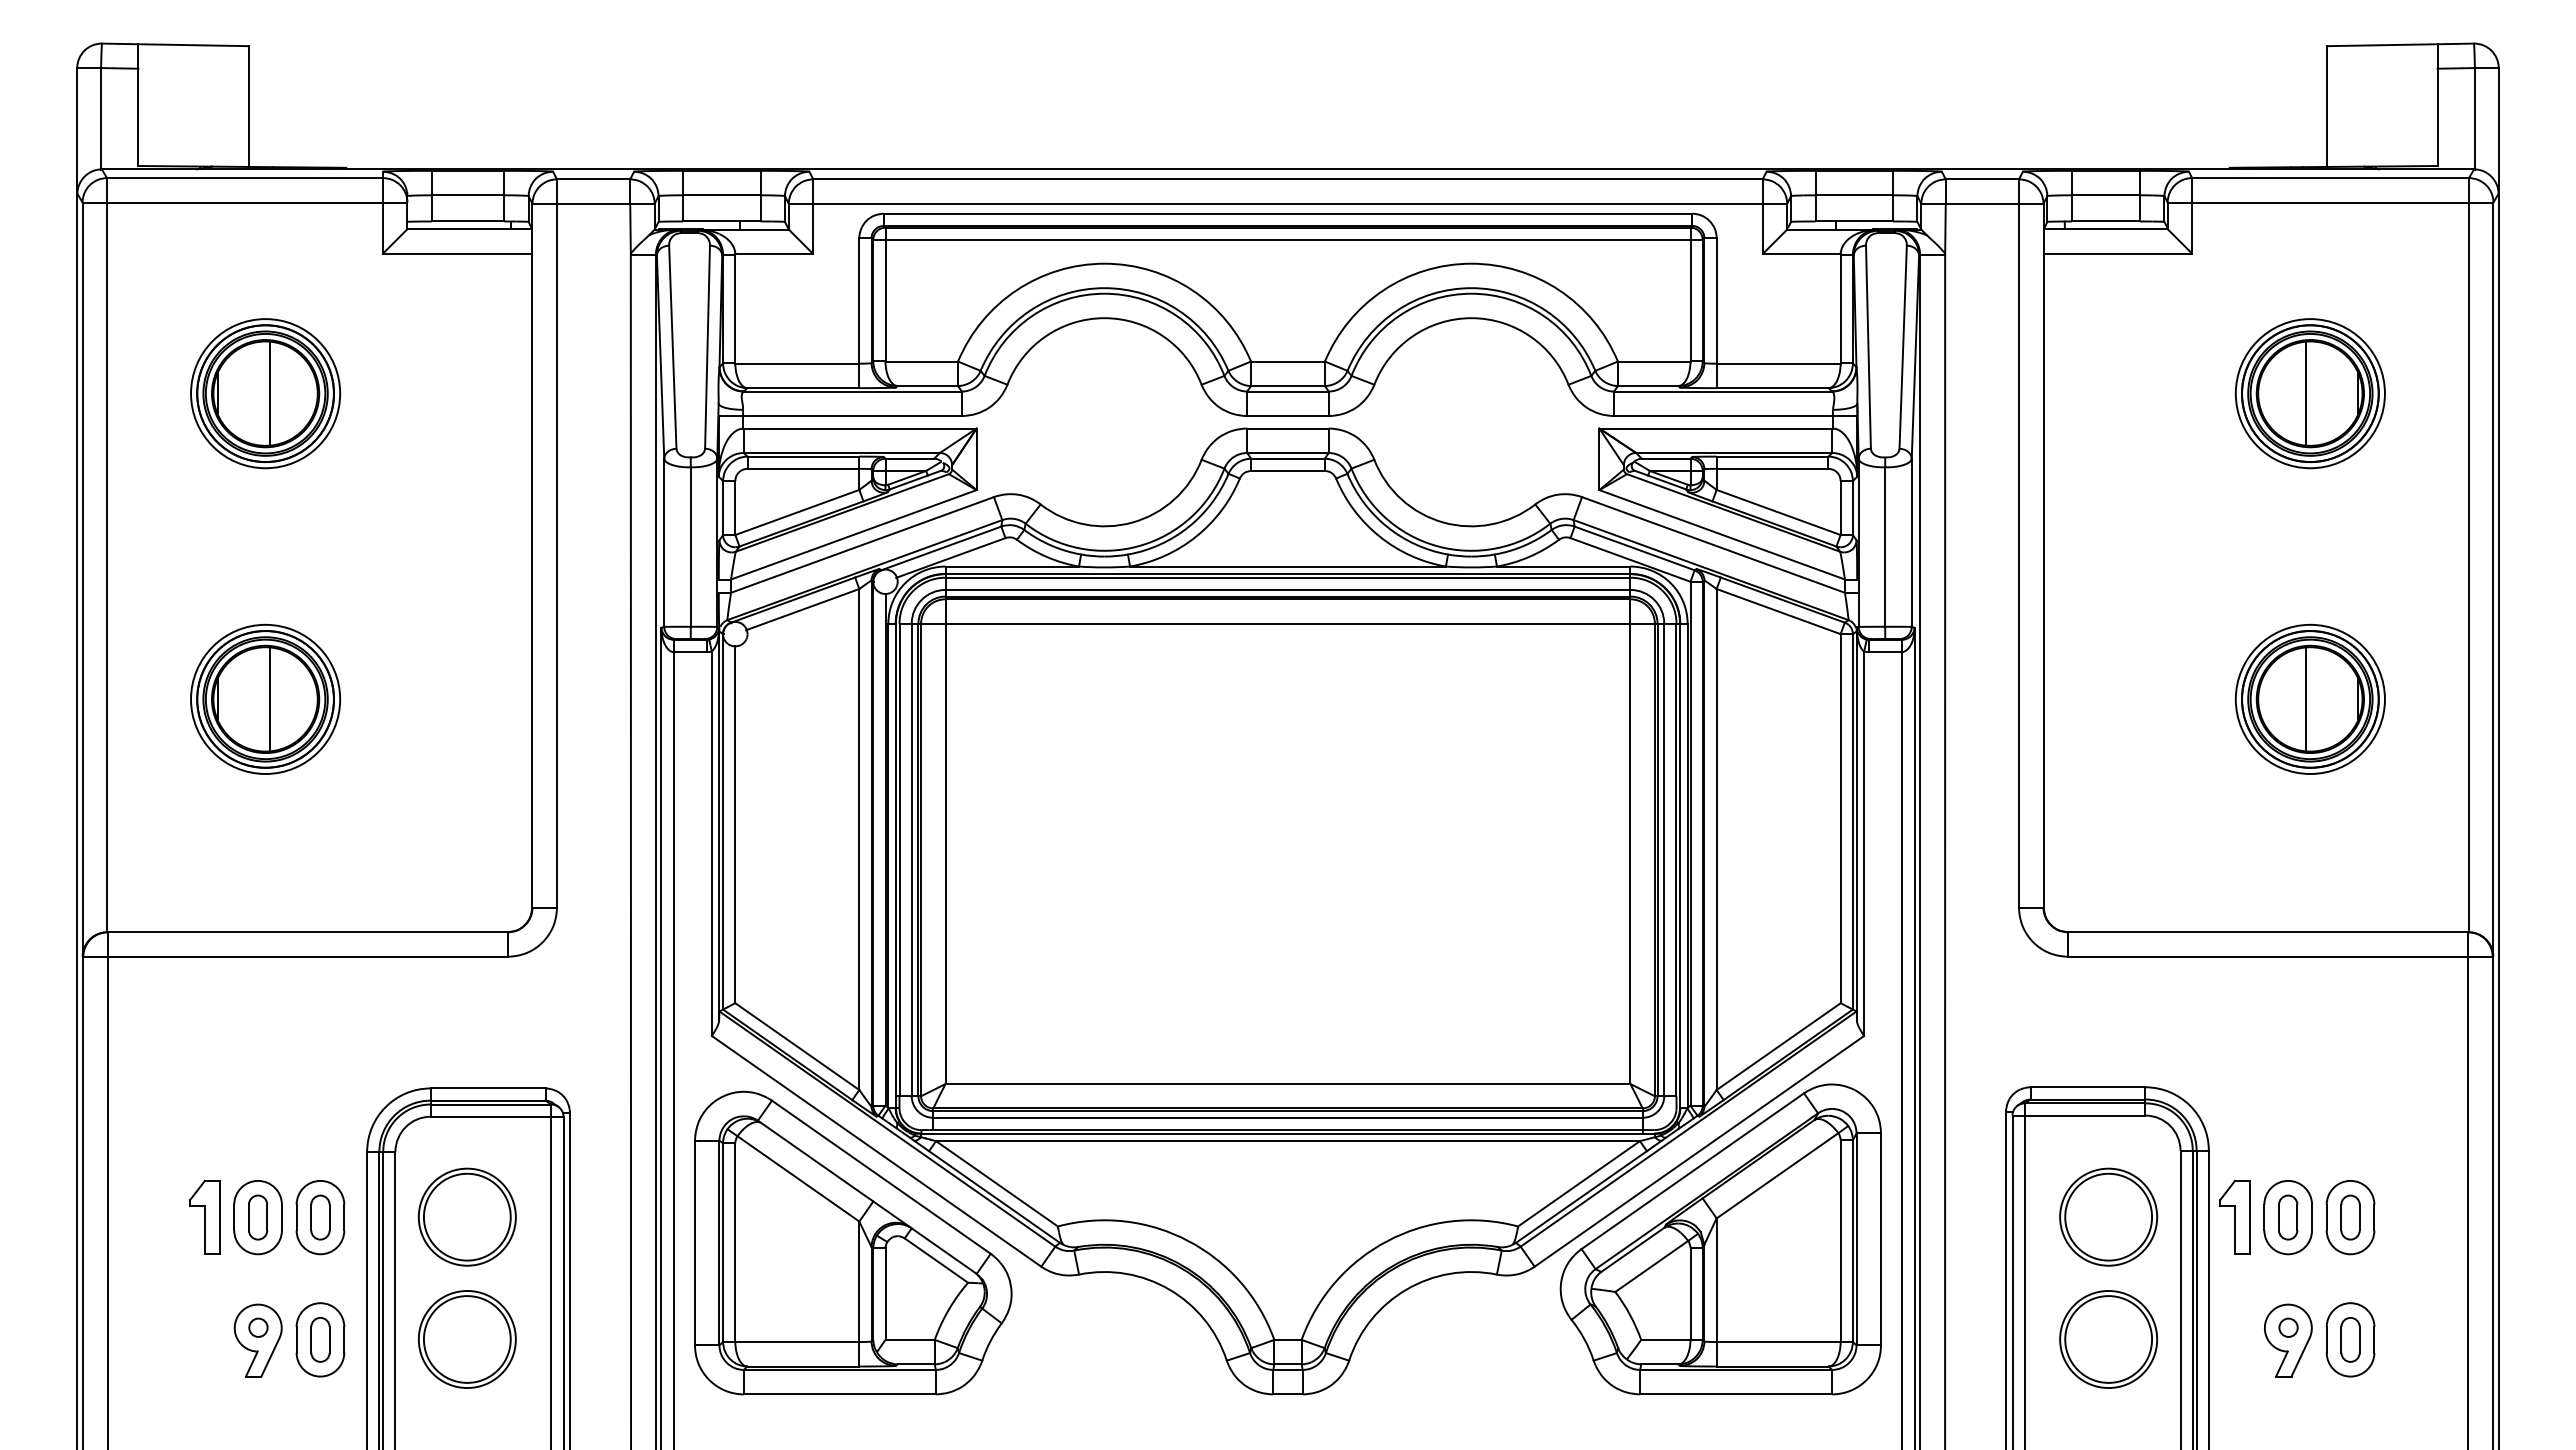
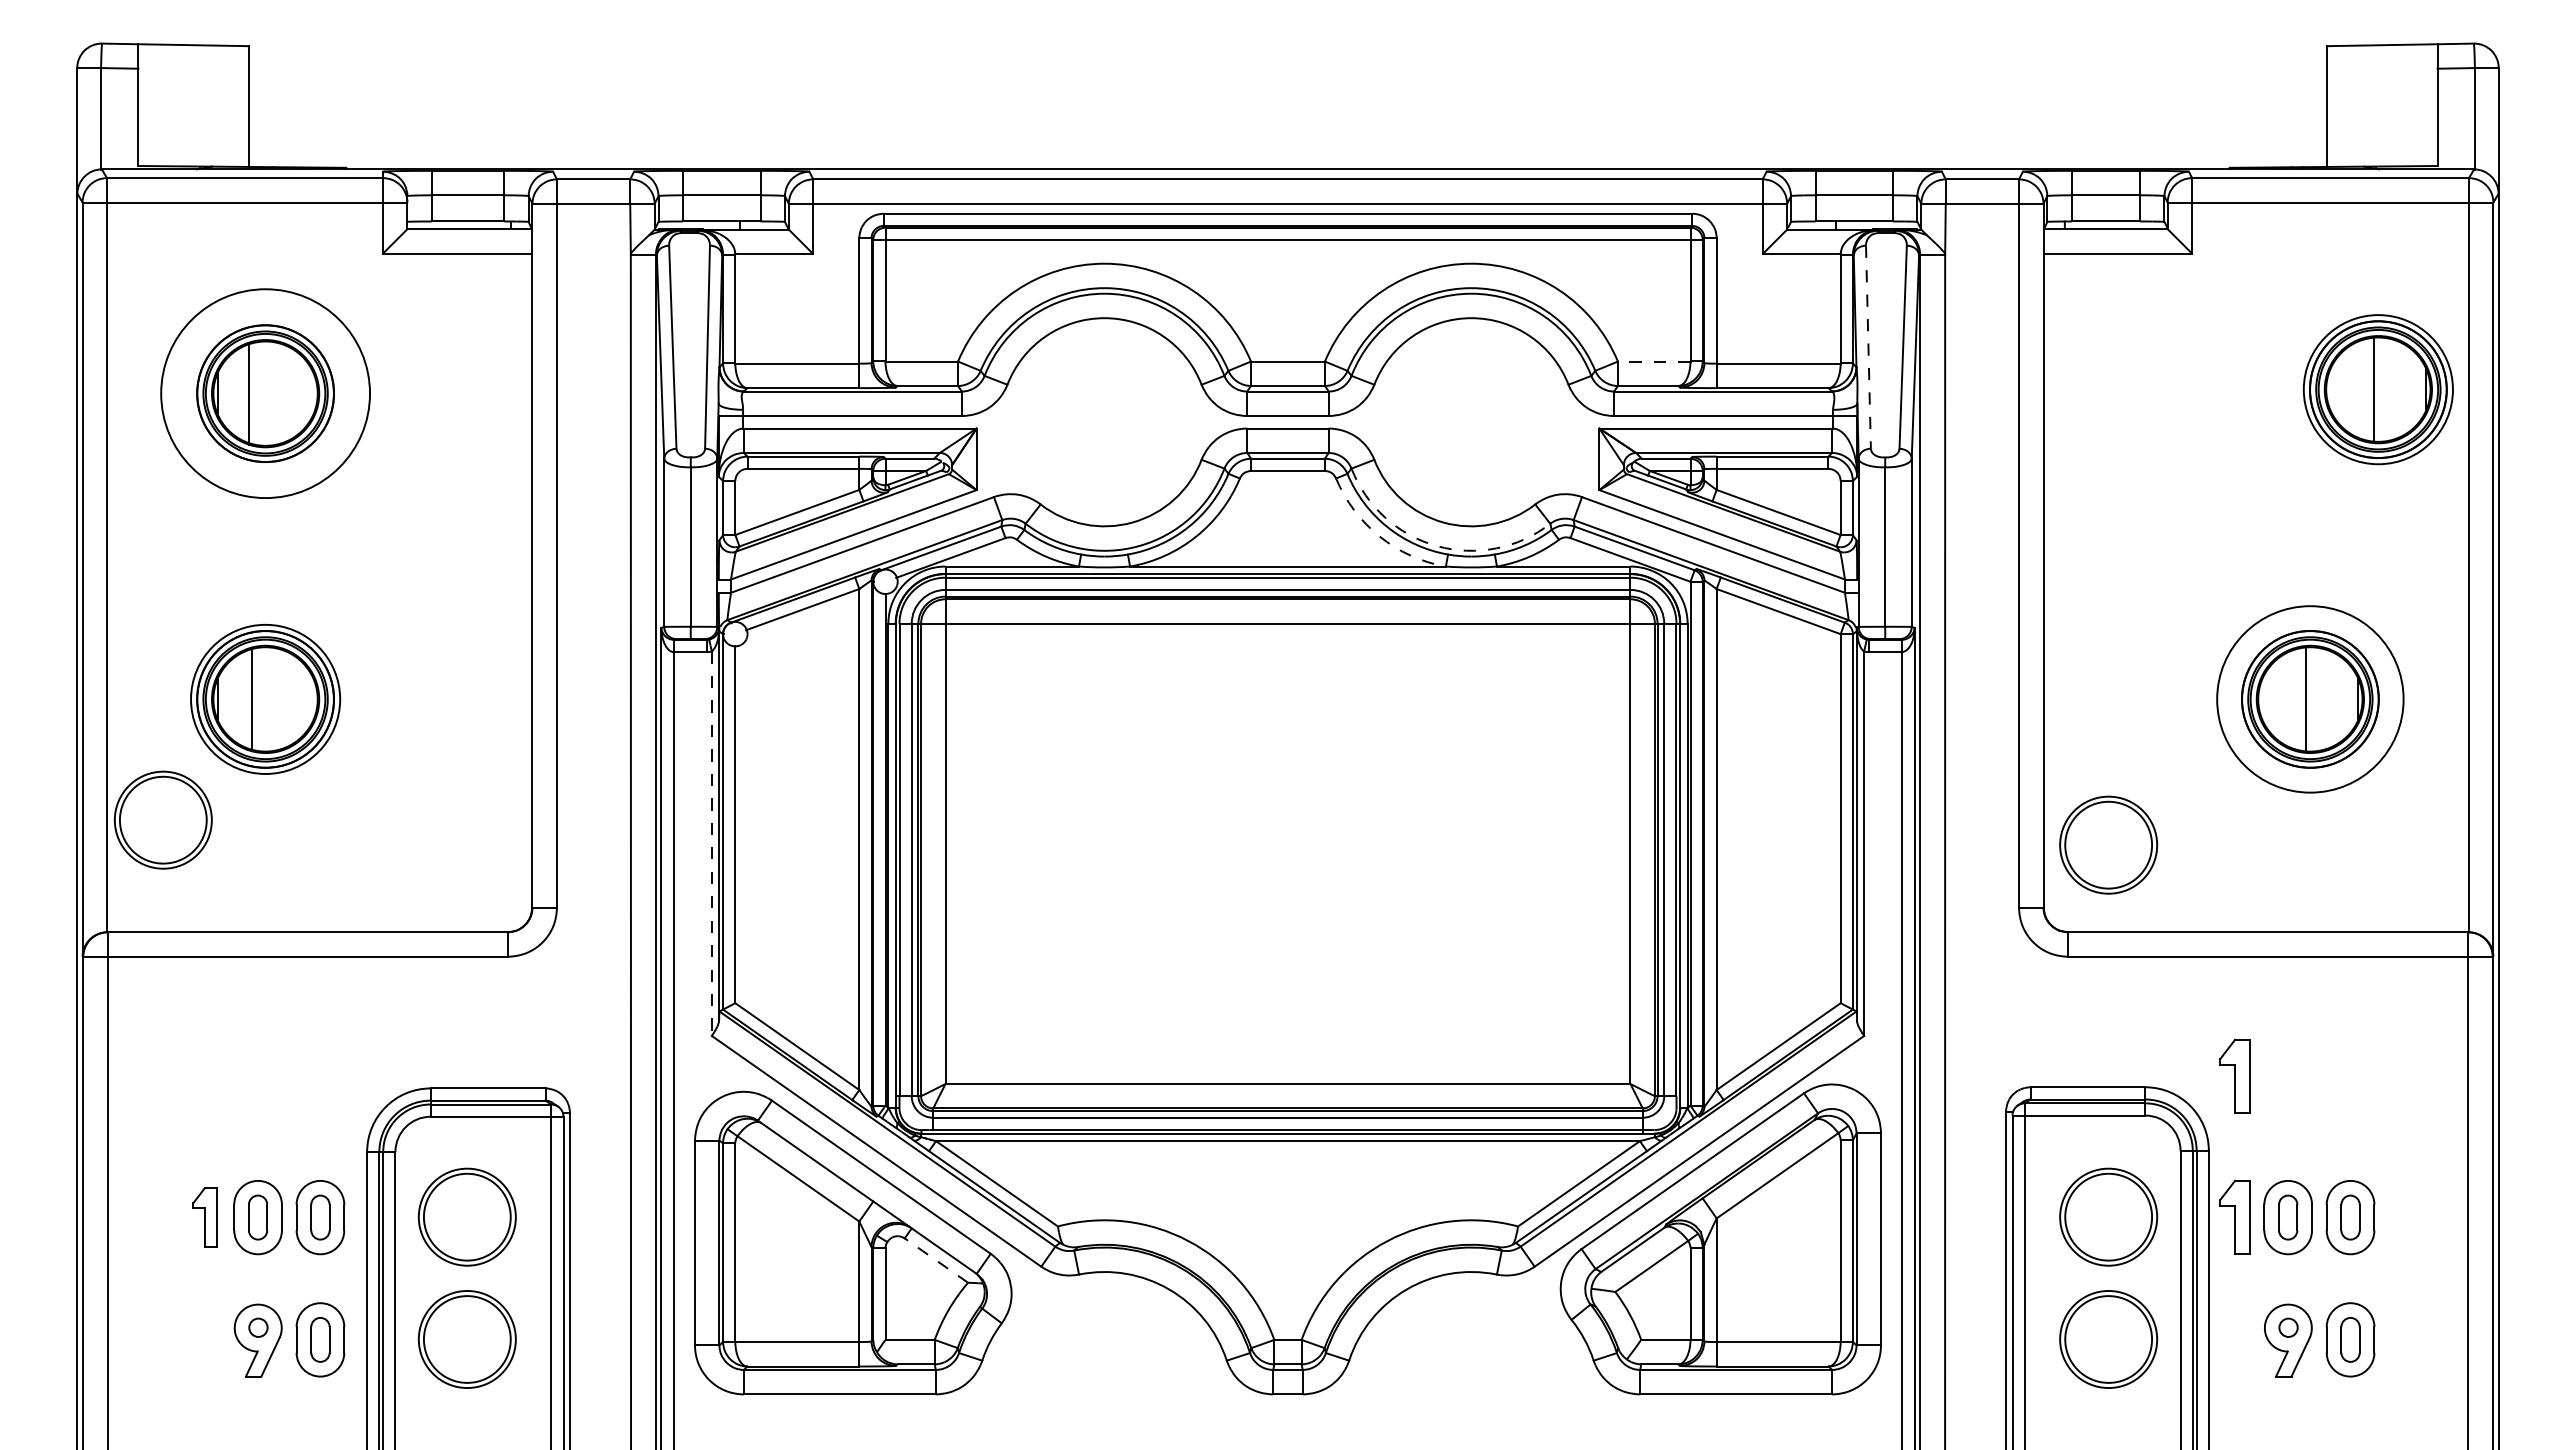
line at (1868, 347): solid -> dashed
line at (1653, 361): solid -> dashed
circle at (265, 393) diameter: 149 px -> 209 px
line at (270, 393) position: (270, 393) -> (249, 393)
part at (2309, 393) position: (2309, 393) -> (2377, 389)
arc at (1379, 536): solid -> dashed
arc at (1437, 546): solid -> dashed
circle at (2309, 698) diameter: 149 px -> 186 px
line at (270, 699) position: (270, 699) -> (252, 699)
part at (162, 819): none -> present
line at (711, 844): solid -> dashed
part at (2108, 844): none -> present
part at (2234, 1075): none -> present
part at (204, 1216) size: 32x76 px -> 26x61 px
line at (936, 1260): solid -> dashed
